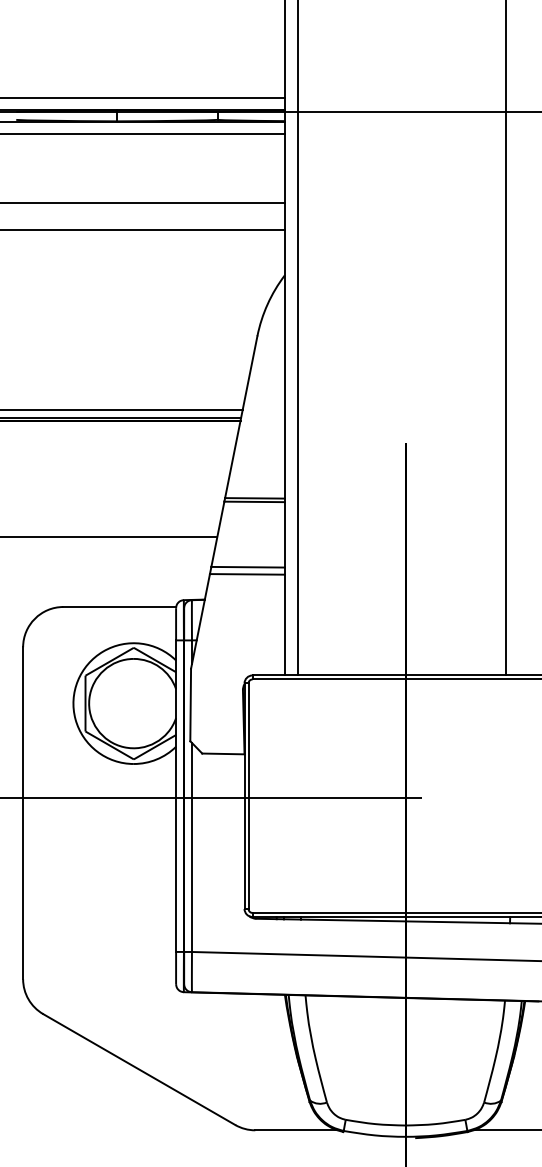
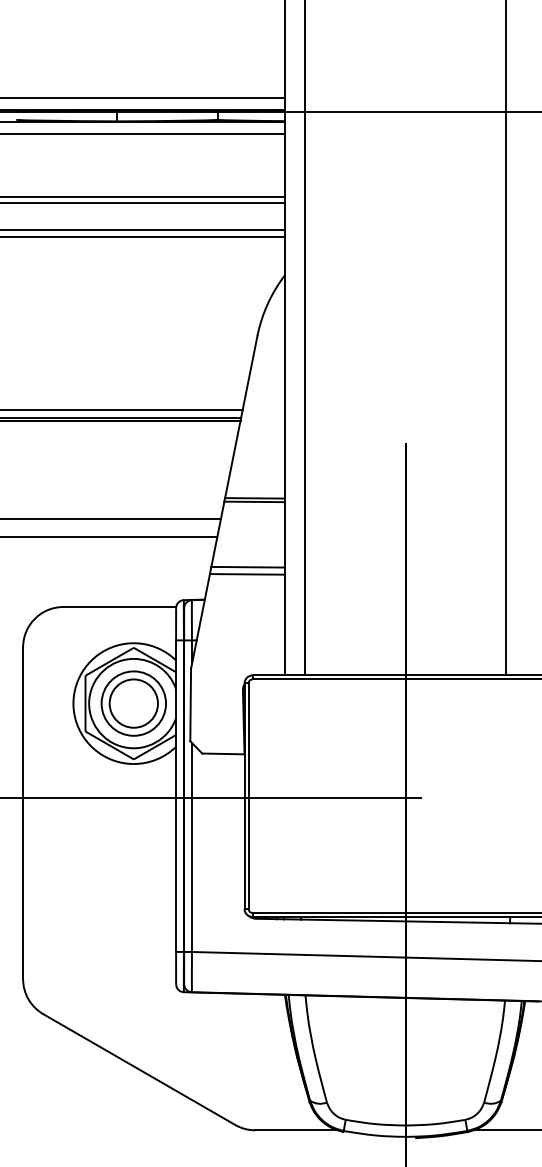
line at (143, 197): none -> present
line at (143, 236): none -> present
line at (297, 338) position: (297, 338) -> (304, 338)
line at (111, 518): none -> present
part at (133, 703): none -> present
